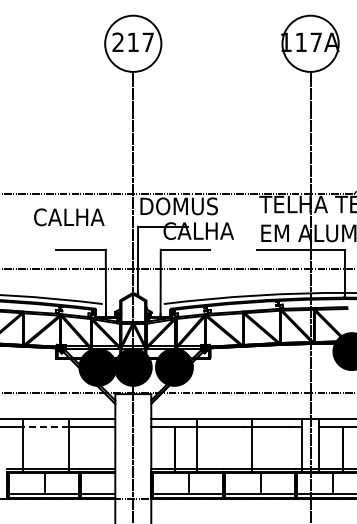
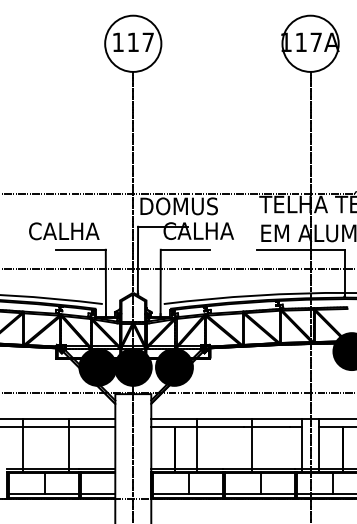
text at (117, 41): 217 -> 117
text at (69, 217) position: (69, 217) -> (64, 231)
line at (45, 427): dashed -> solid
